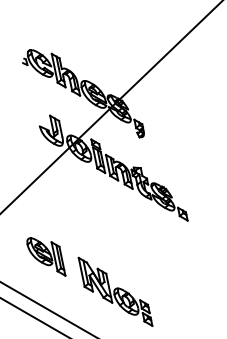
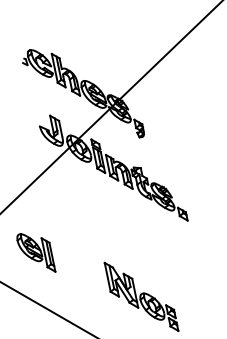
part at (46, 256) position: (46, 256) -> (36, 252)
part at (115, 291) position: (115, 291) -> (141, 296)
line at (34, 317): present -> none
